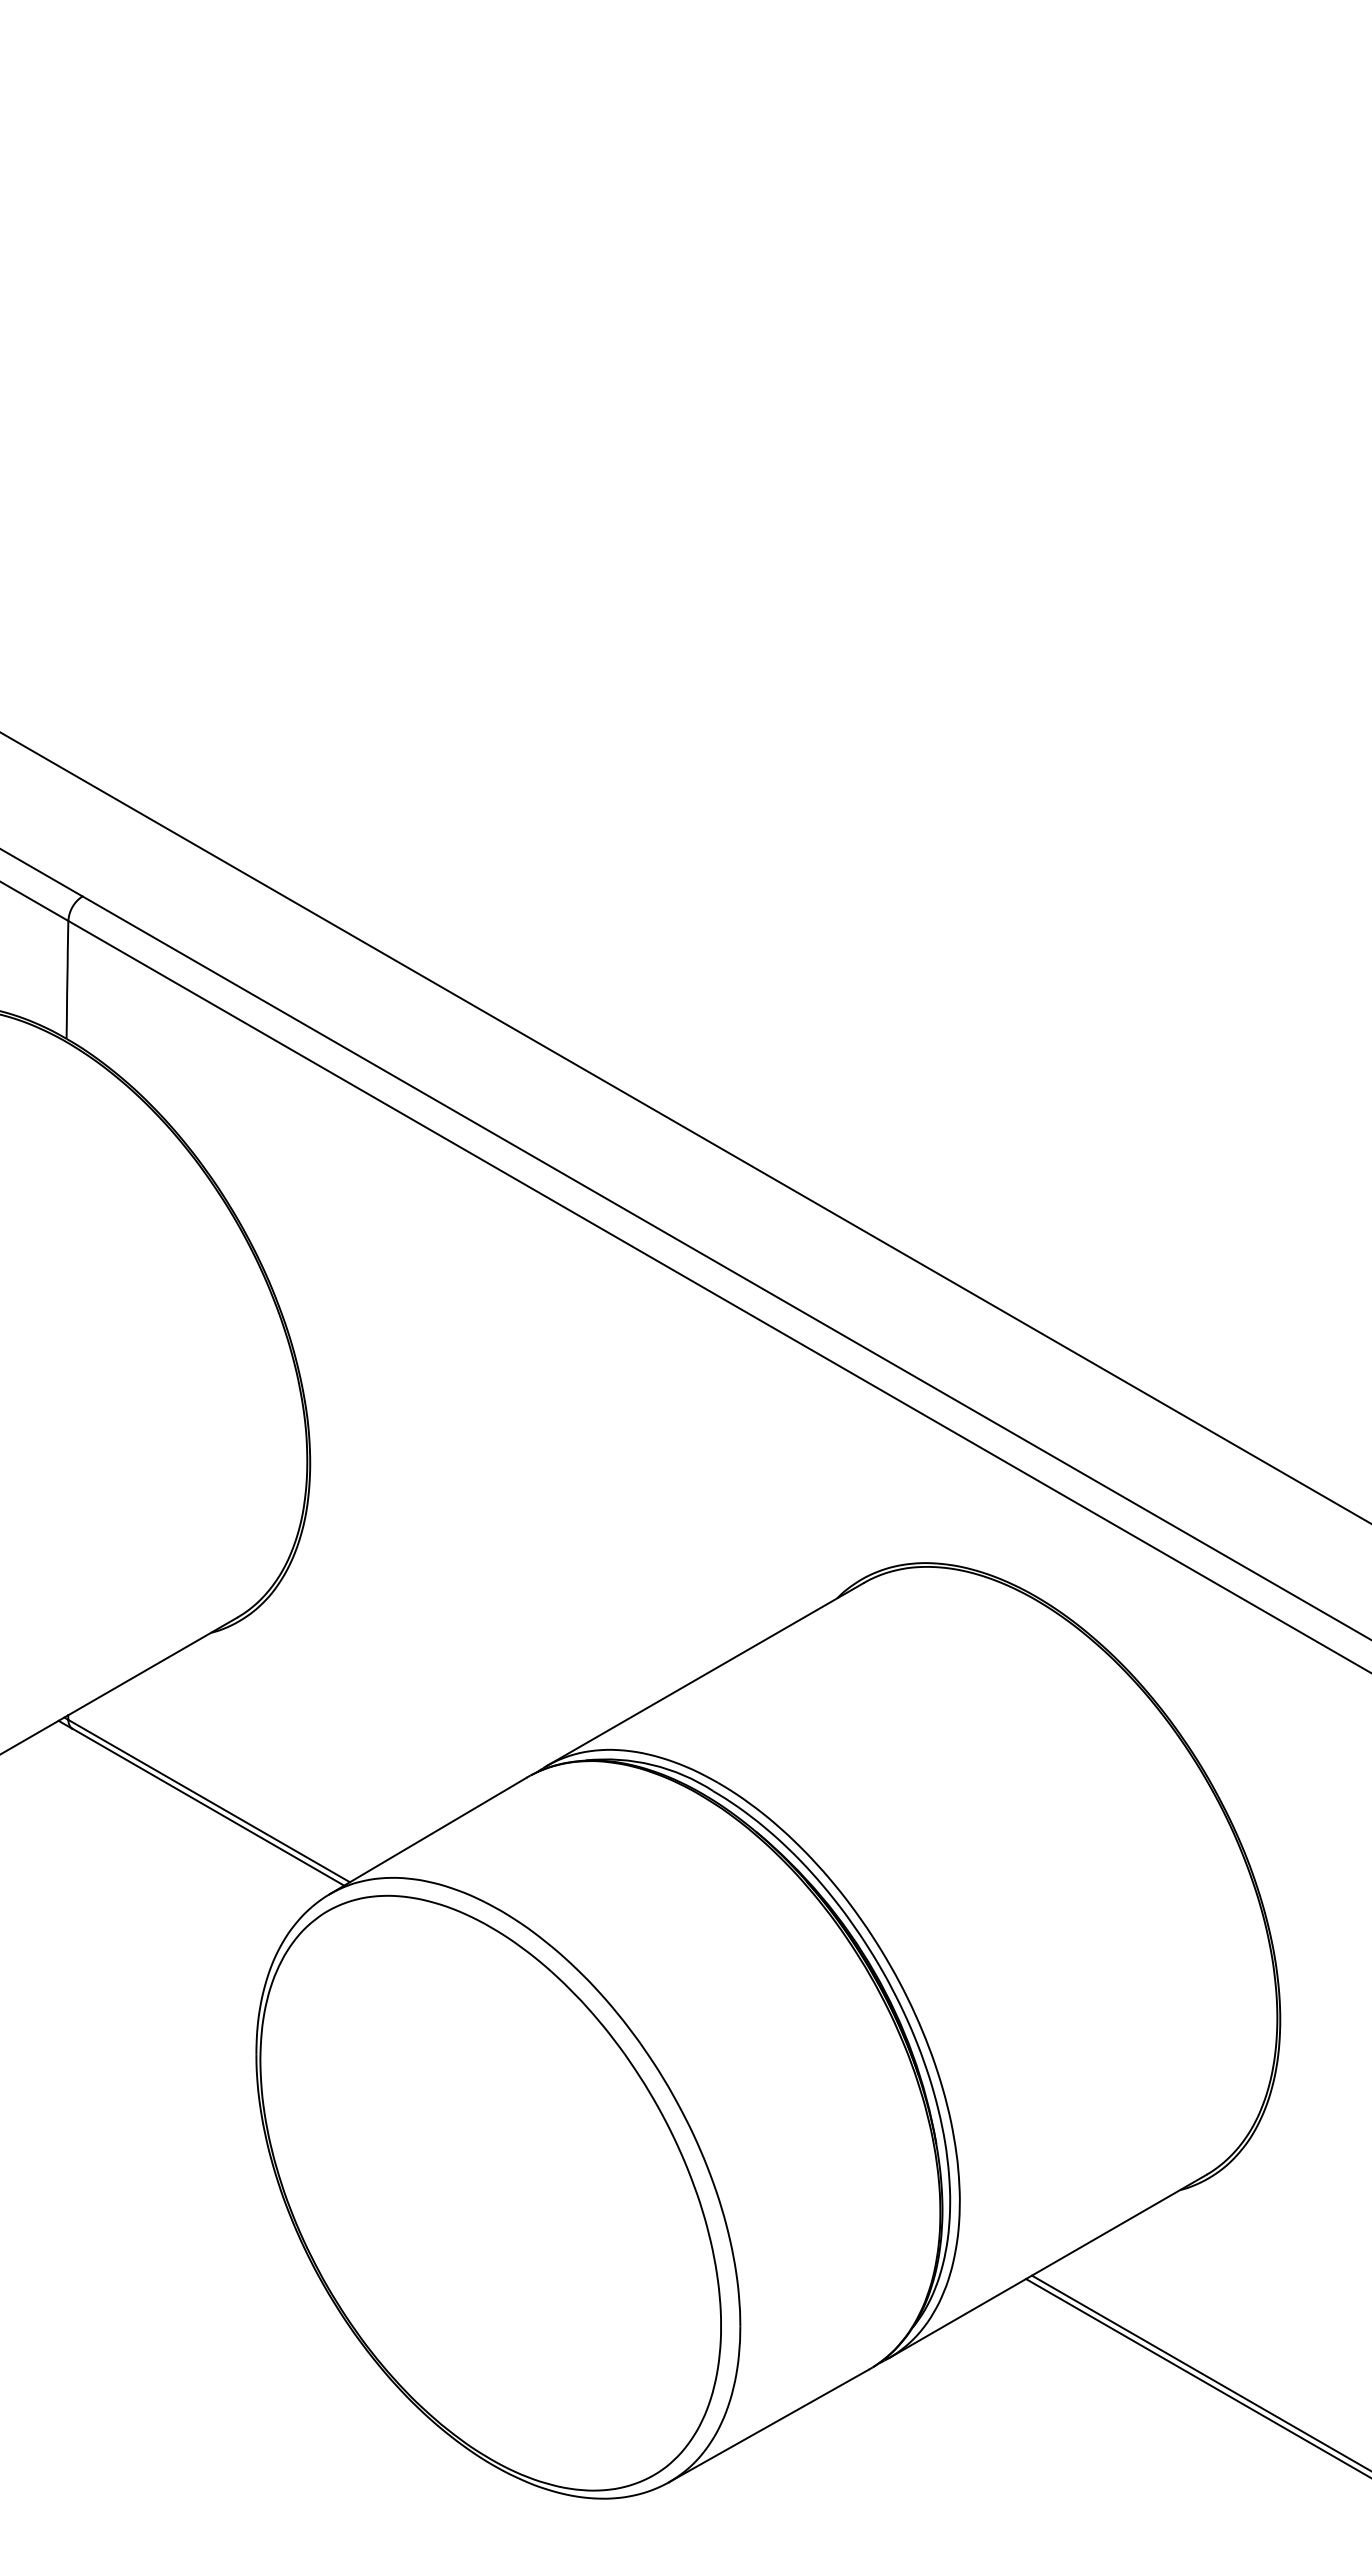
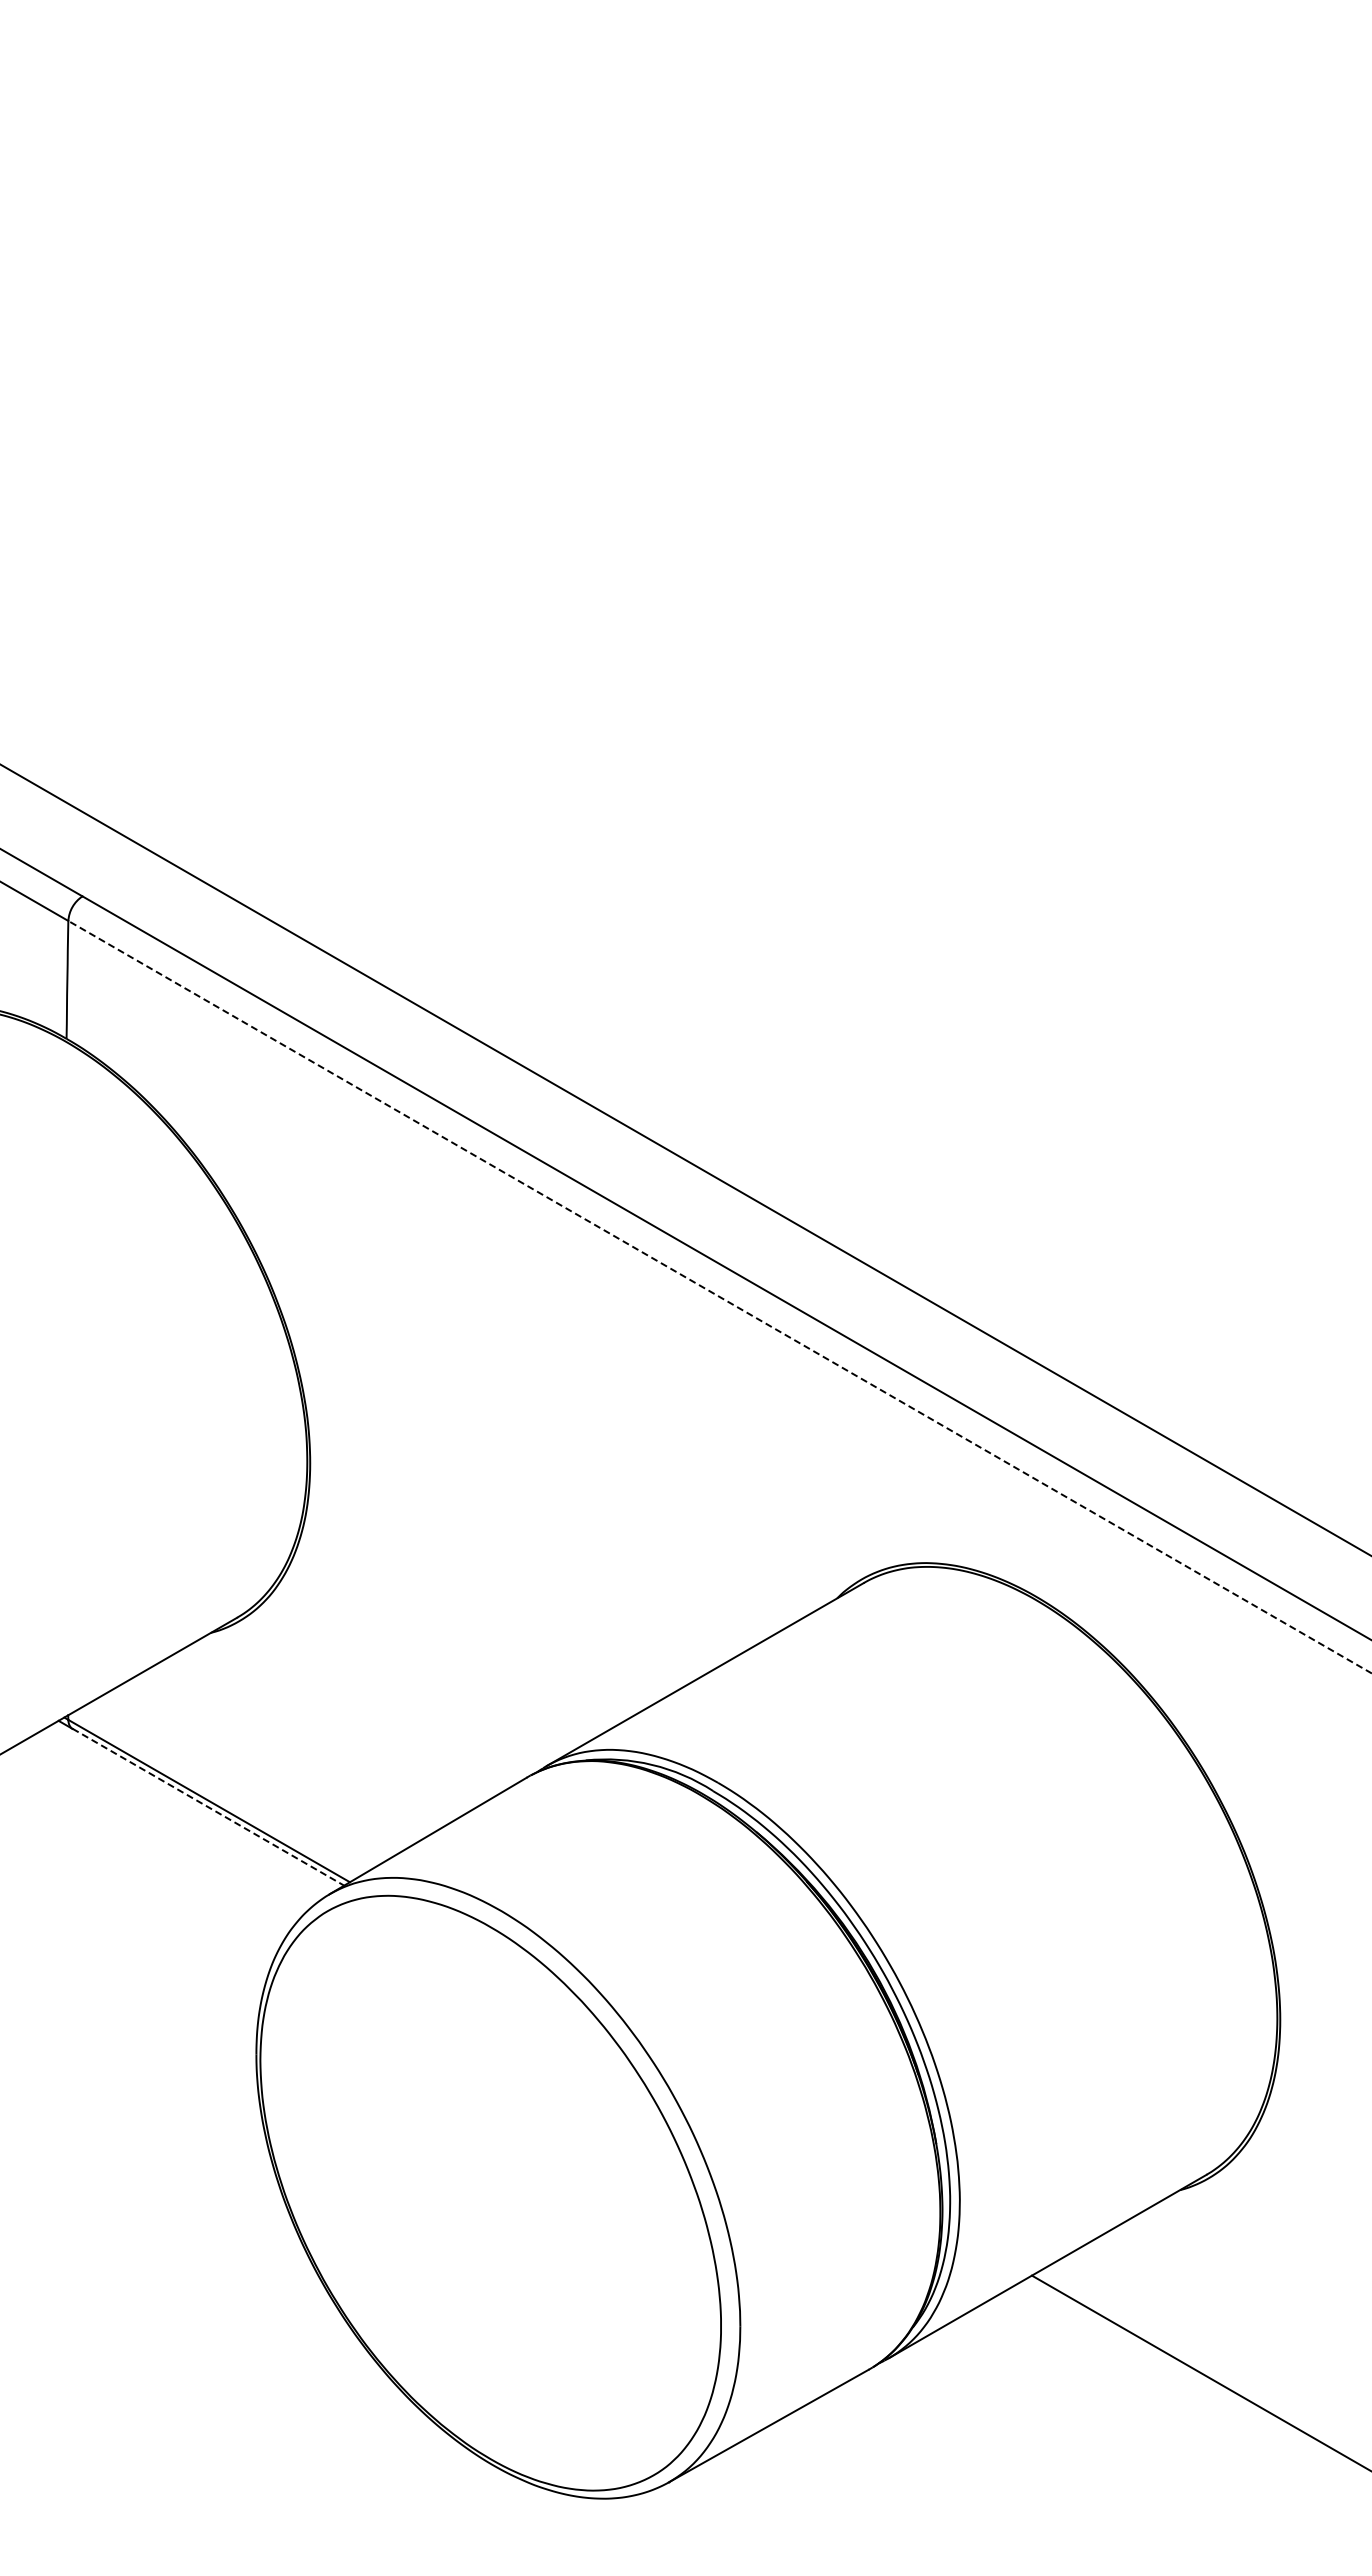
line at (685, 1127) position: (685, 1127) -> (685, 1159)
line at (720, 1297): solid -> dashed
line at (208, 1807): solid -> dashed
line at (1197, 2377): present -> none
